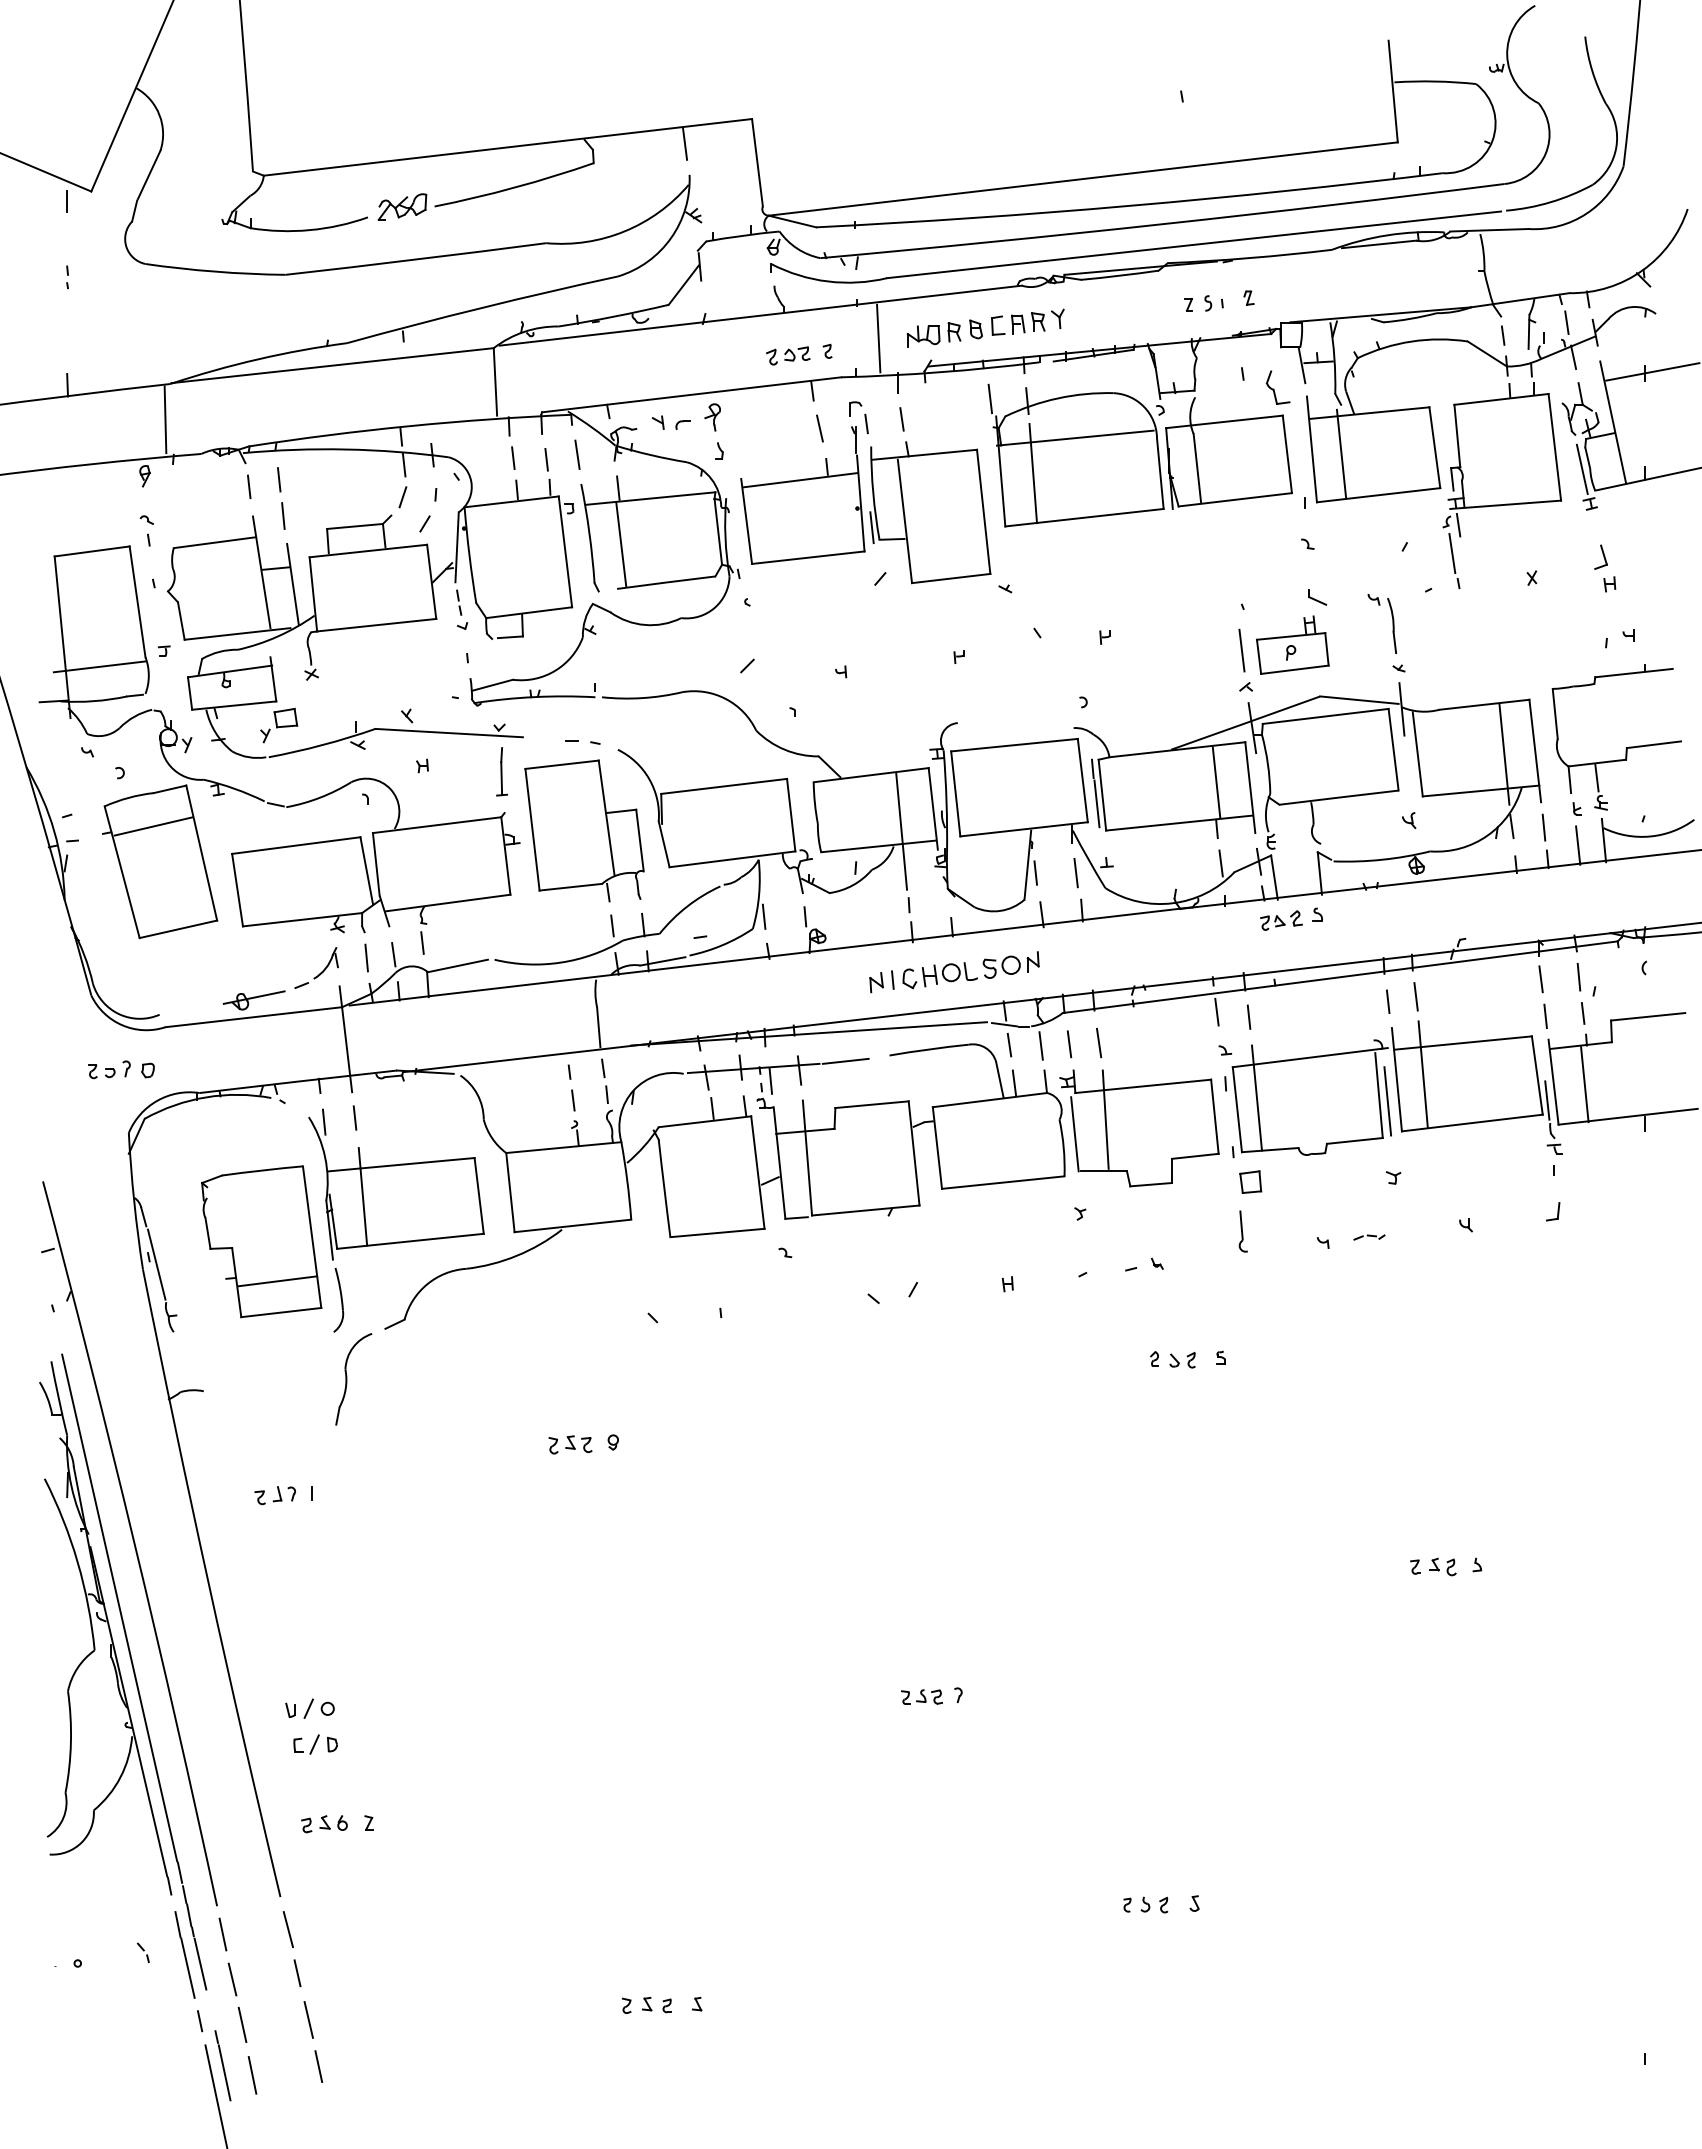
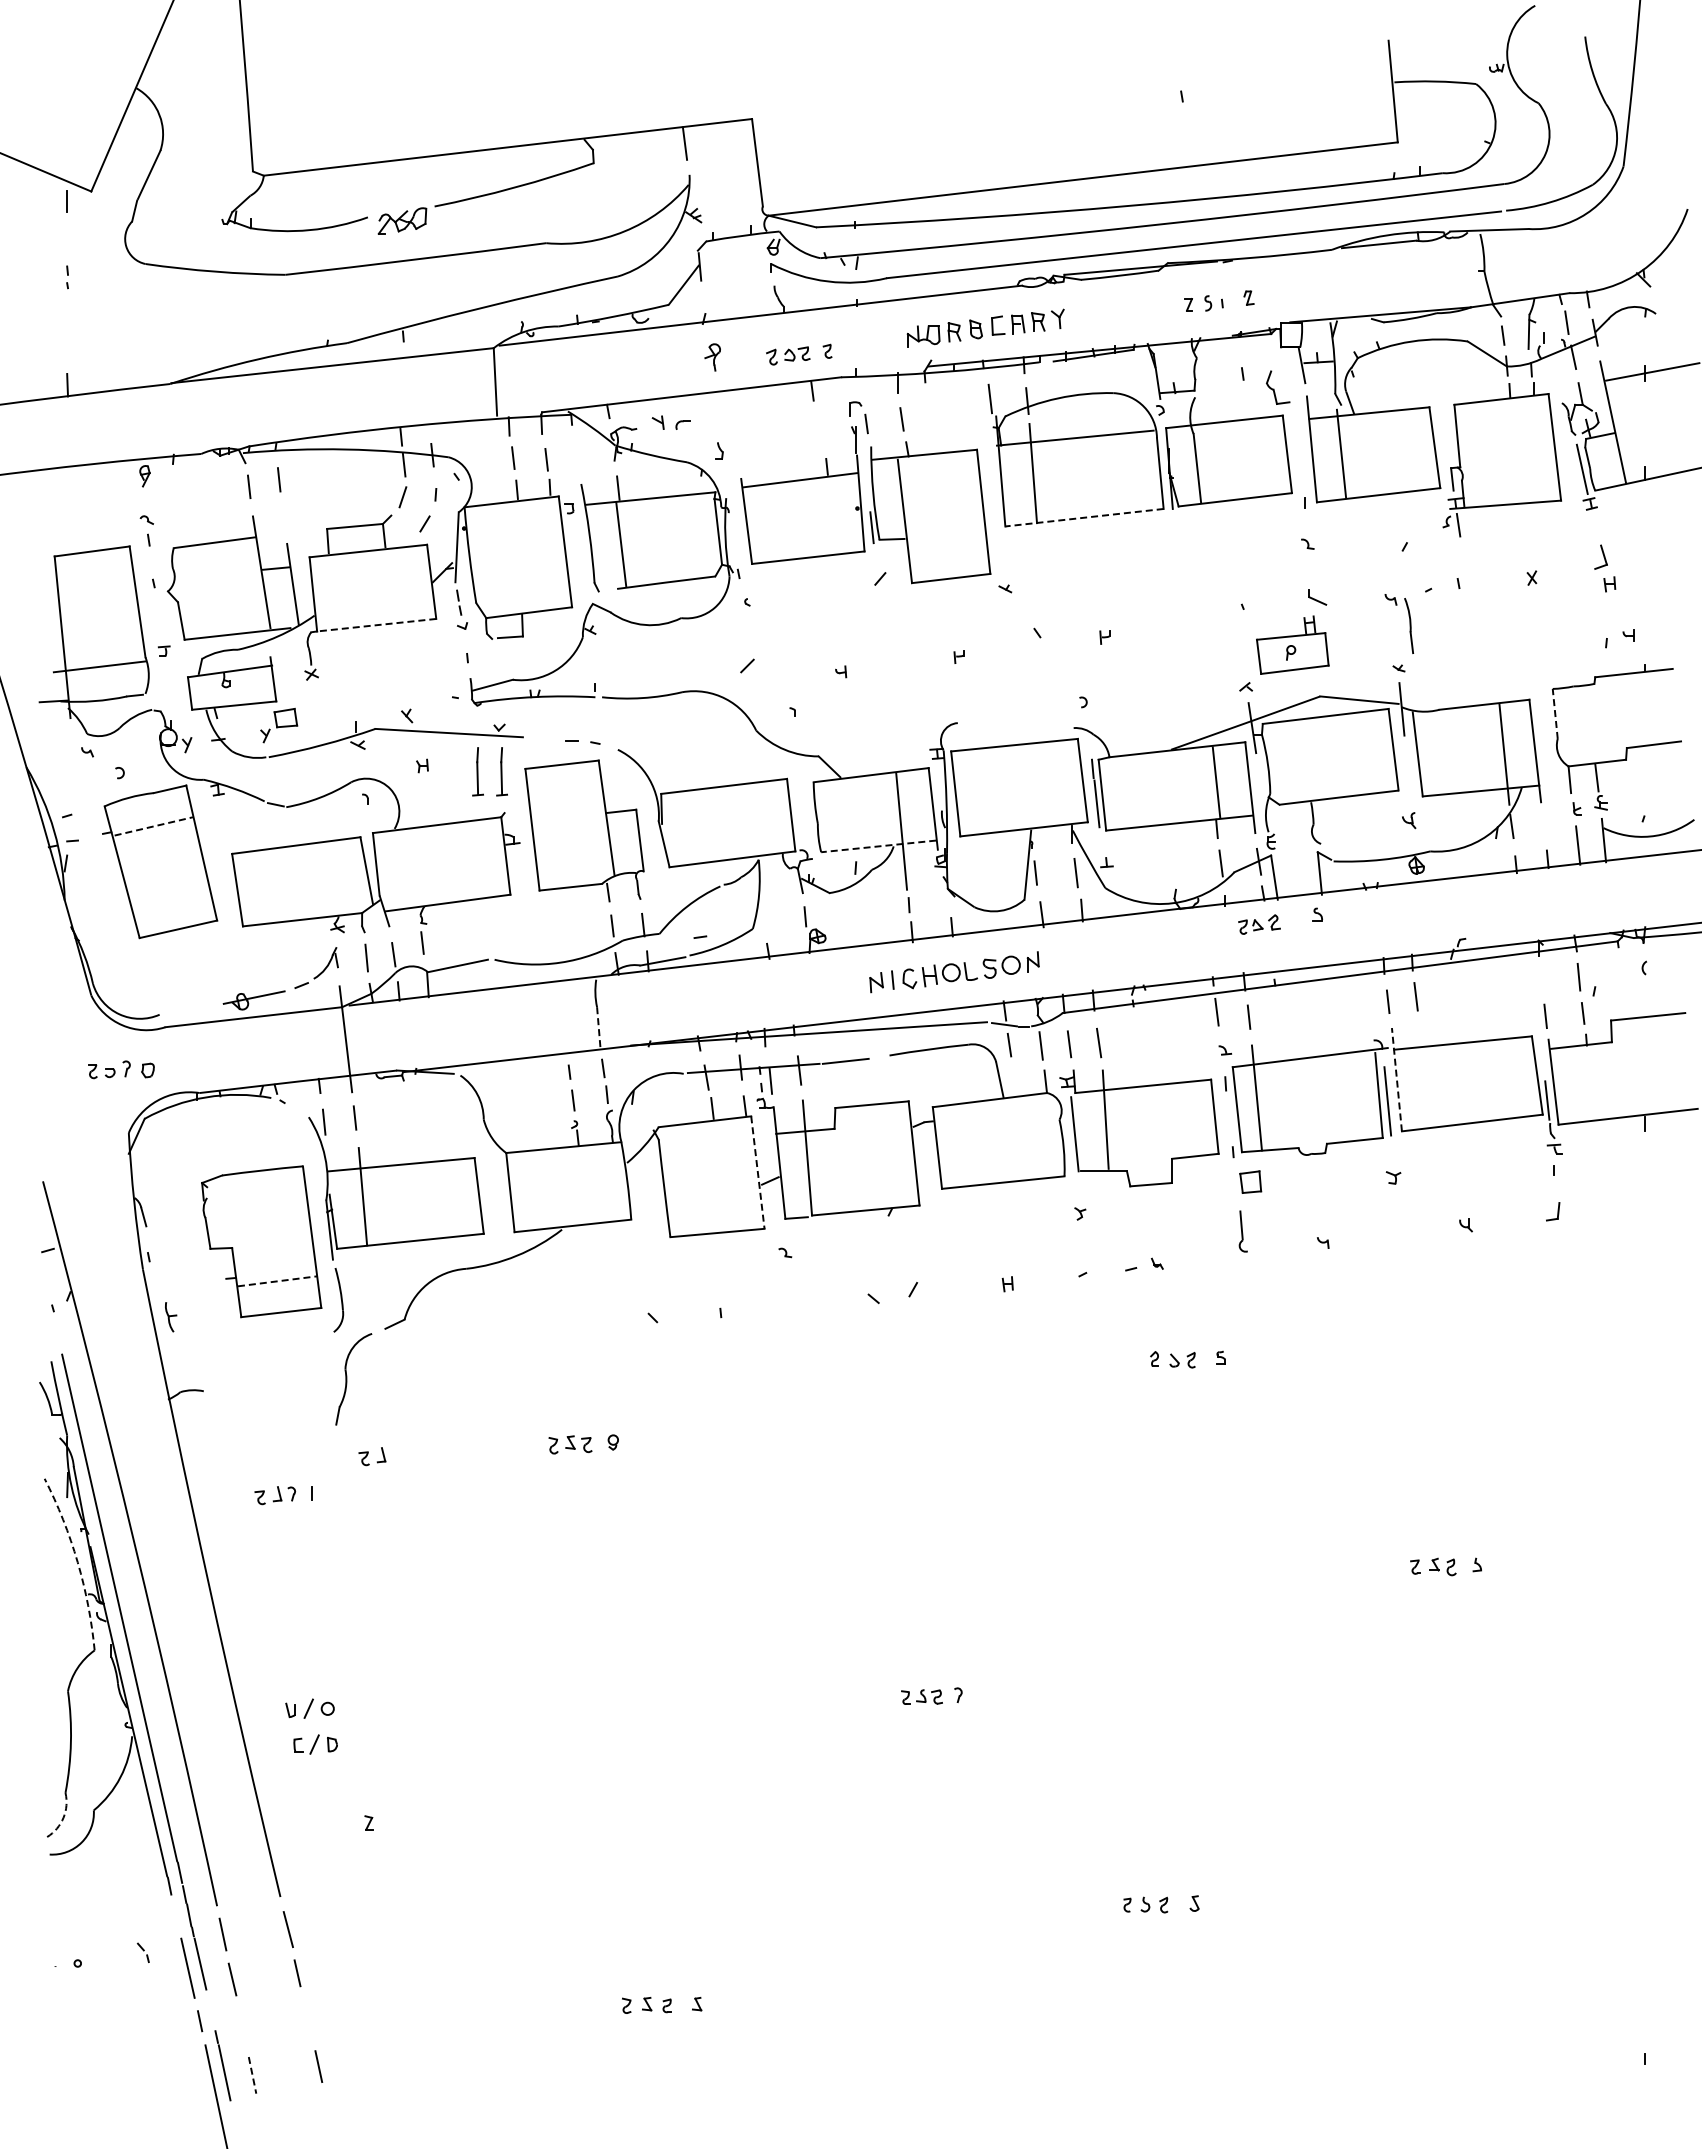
part at (402, 206) position: (402, 206) -> (402, 220)
line at (878, 338): present -> none
part at (712, 417) position: (712, 417) -> (712, 357)
line at (165, 419): present -> none
line at (819, 428): present -> none
line at (577, 454): present -> none
line at (283, 515): present -> none
line at (1084, 517): solid -> dashed
line at (1452, 553): present -> none
part at (1392, 623) position: (1392, 623) -> (1409, 623)
line at (376, 625): solid -> dashed
line at (1241, 650): present -> none
line at (1555, 713): solid -> dashed
part at (477, 771): none -> present
line at (154, 826): solid -> dashed
line at (1543, 827): present -> none
line at (878, 846): solid -> dashed
line at (763, 916): present -> none
part at (1281, 920) position: (1281, 920) -> (1259, 924)
line at (1540, 979): present -> none
line at (598, 1027): solid -> dashed
line at (1422, 1074): present -> none
line at (1396, 1079): solid -> dashed
line at (1014, 1083): present -> none
line at (1584, 1084): present -> none
line at (757, 1172): solid -> dashed
part at (1369, 1237): present -> none
line at (156, 1264): present -> none
line at (277, 1281): solid -> dashed
part at (372, 1456): none -> present
arc at (77, 1562): solid -> dashed
arc at (63, 1817): solid -> dashed
part at (324, 1824): present -> none
line at (177, 1924): present -> none
line at (308, 2019): present -> none
line at (242, 2024): present -> none
line at (252, 2075): solid -> dashed
